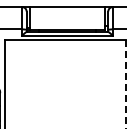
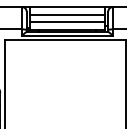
line at (67, 14): none -> present
line at (67, 22): none -> present
line at (126, 84): dashed -> solid
